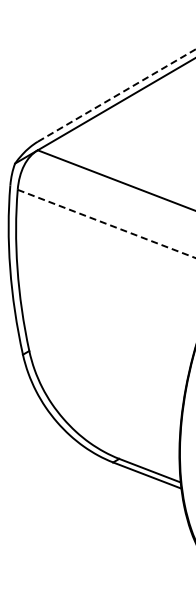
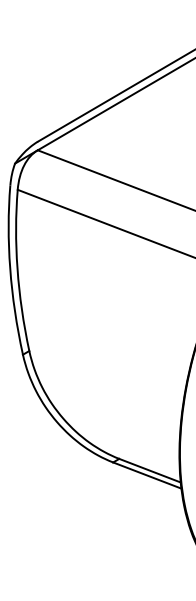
line at (117, 95): dashed -> solid
line at (107, 224): dashed -> solid
